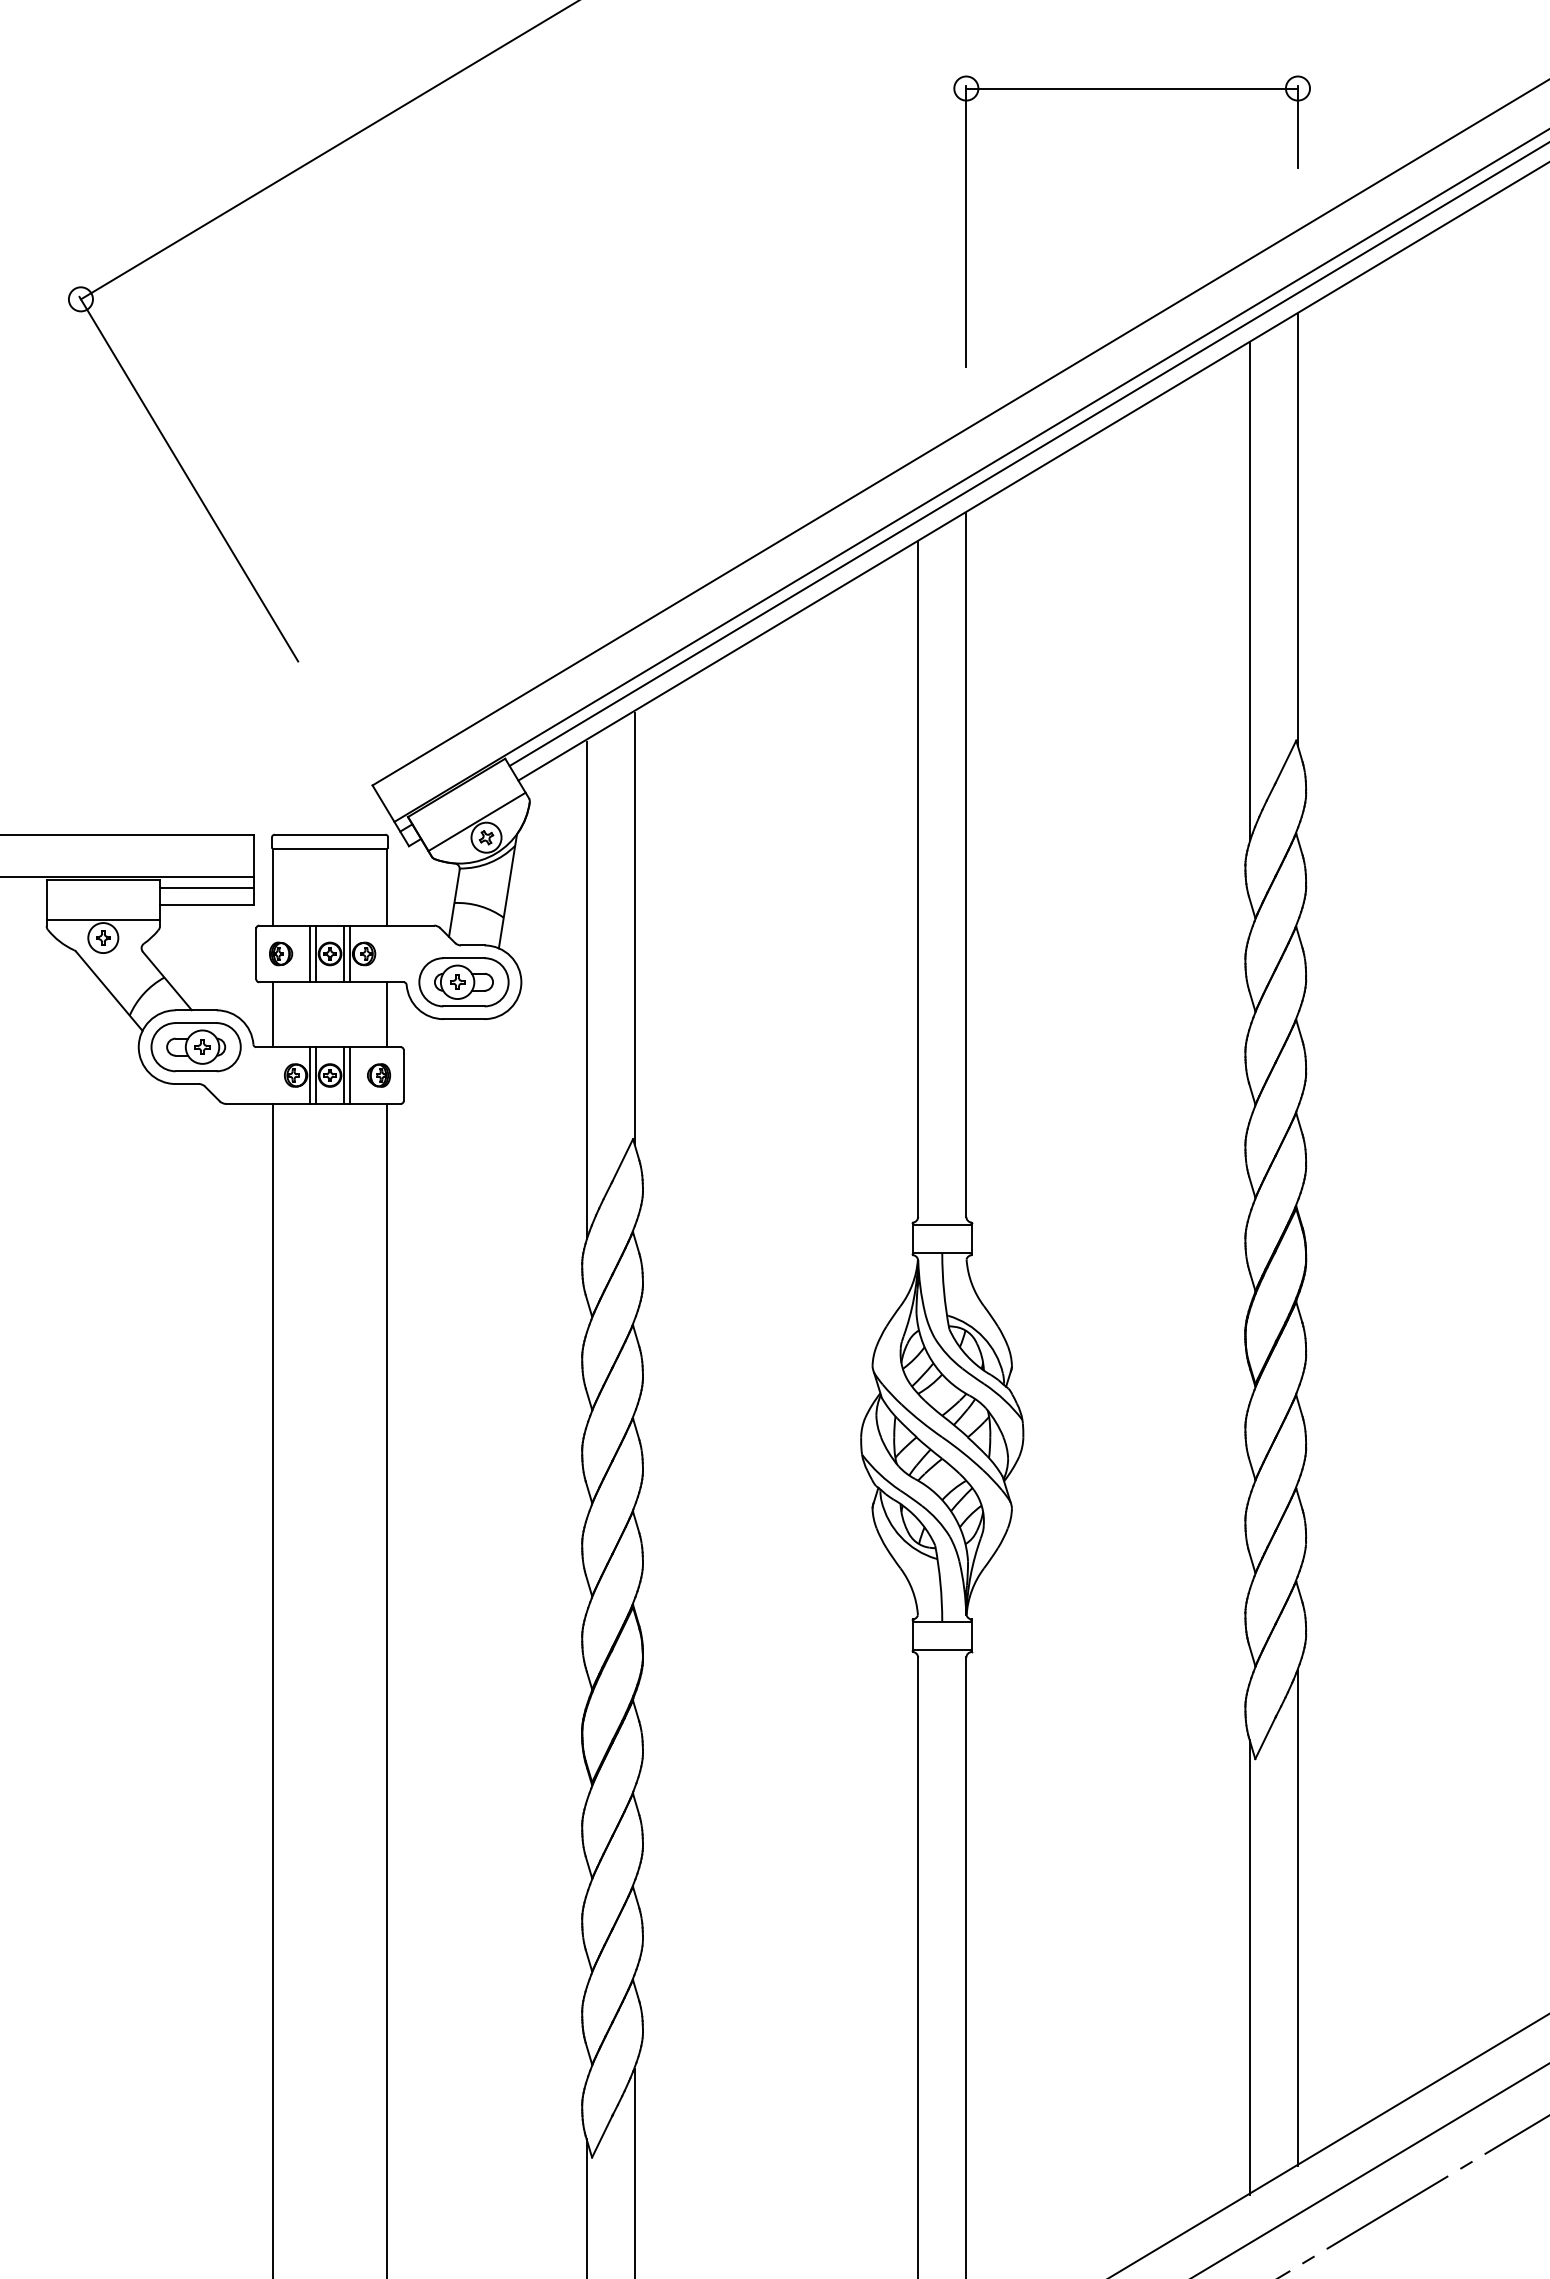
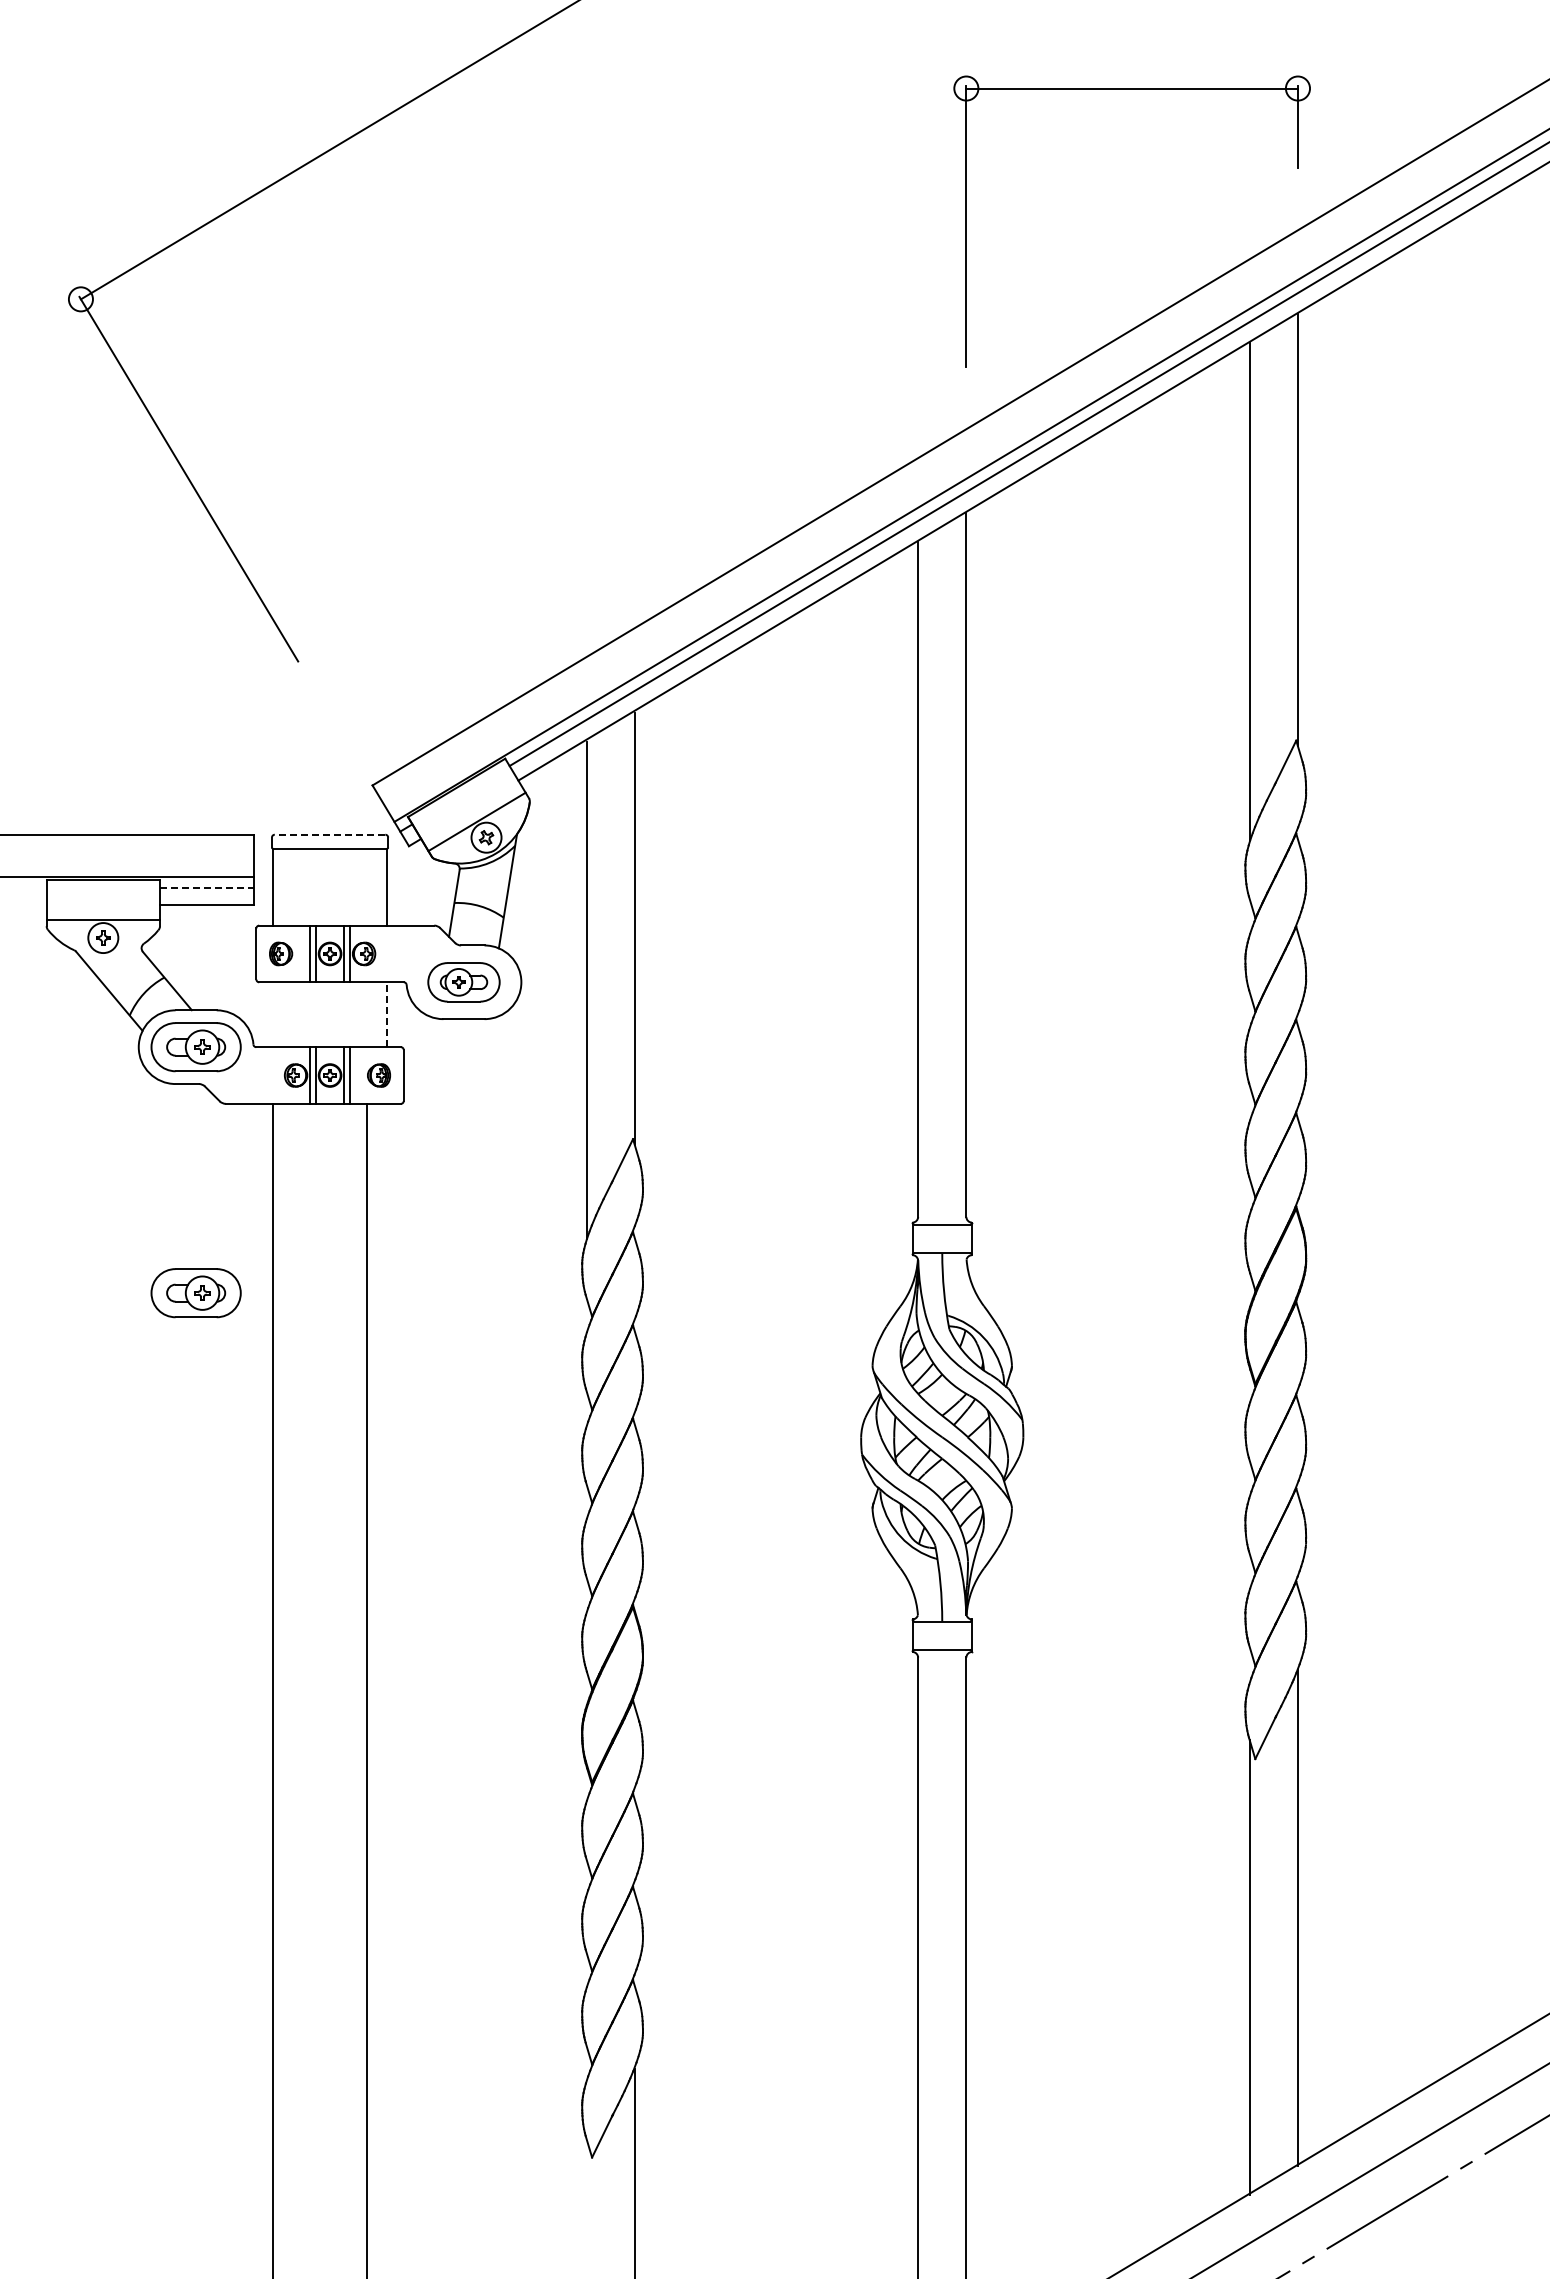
line at (329, 834): solid -> dashed
line at (206, 888): solid -> dashed
part at (463, 982) size: 92x51 px -> 74x41 px
line at (272, 1014): present -> none
line at (387, 1014): solid -> dashed
part at (195, 1293): none -> present
line at (387, 1689) position: (387, 1689) -> (367, 1689)
line at (586, 2206): present -> none
